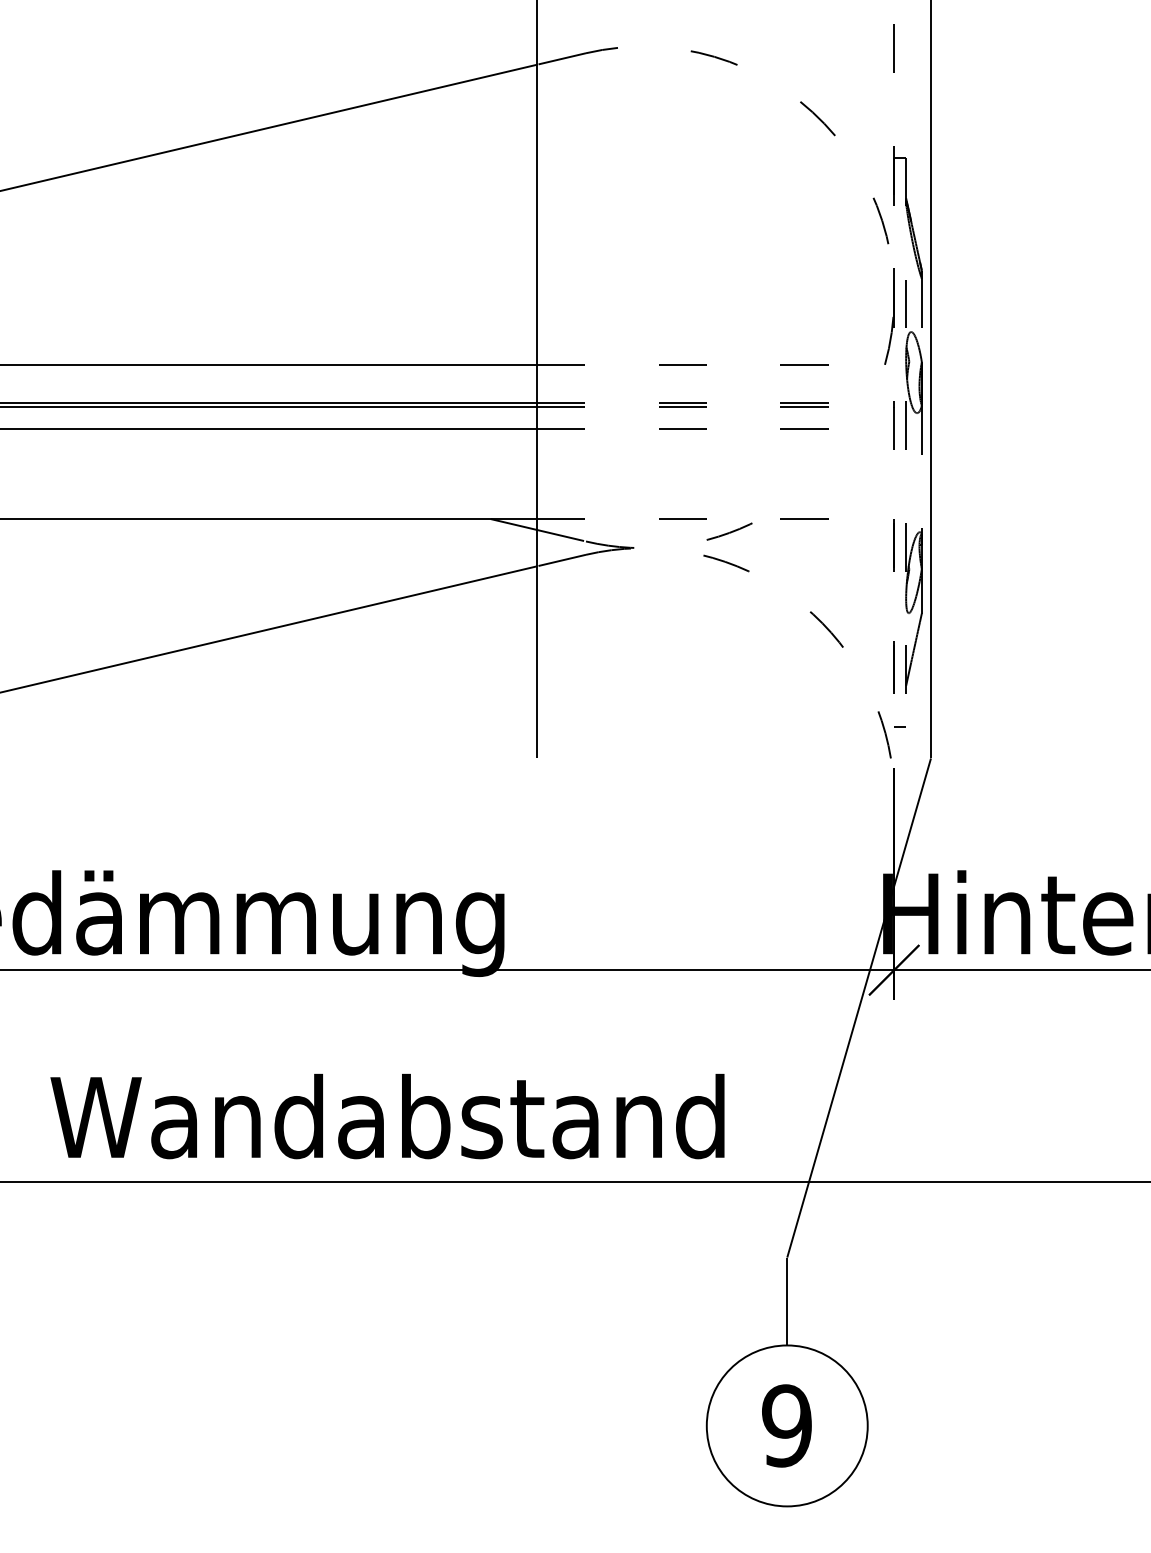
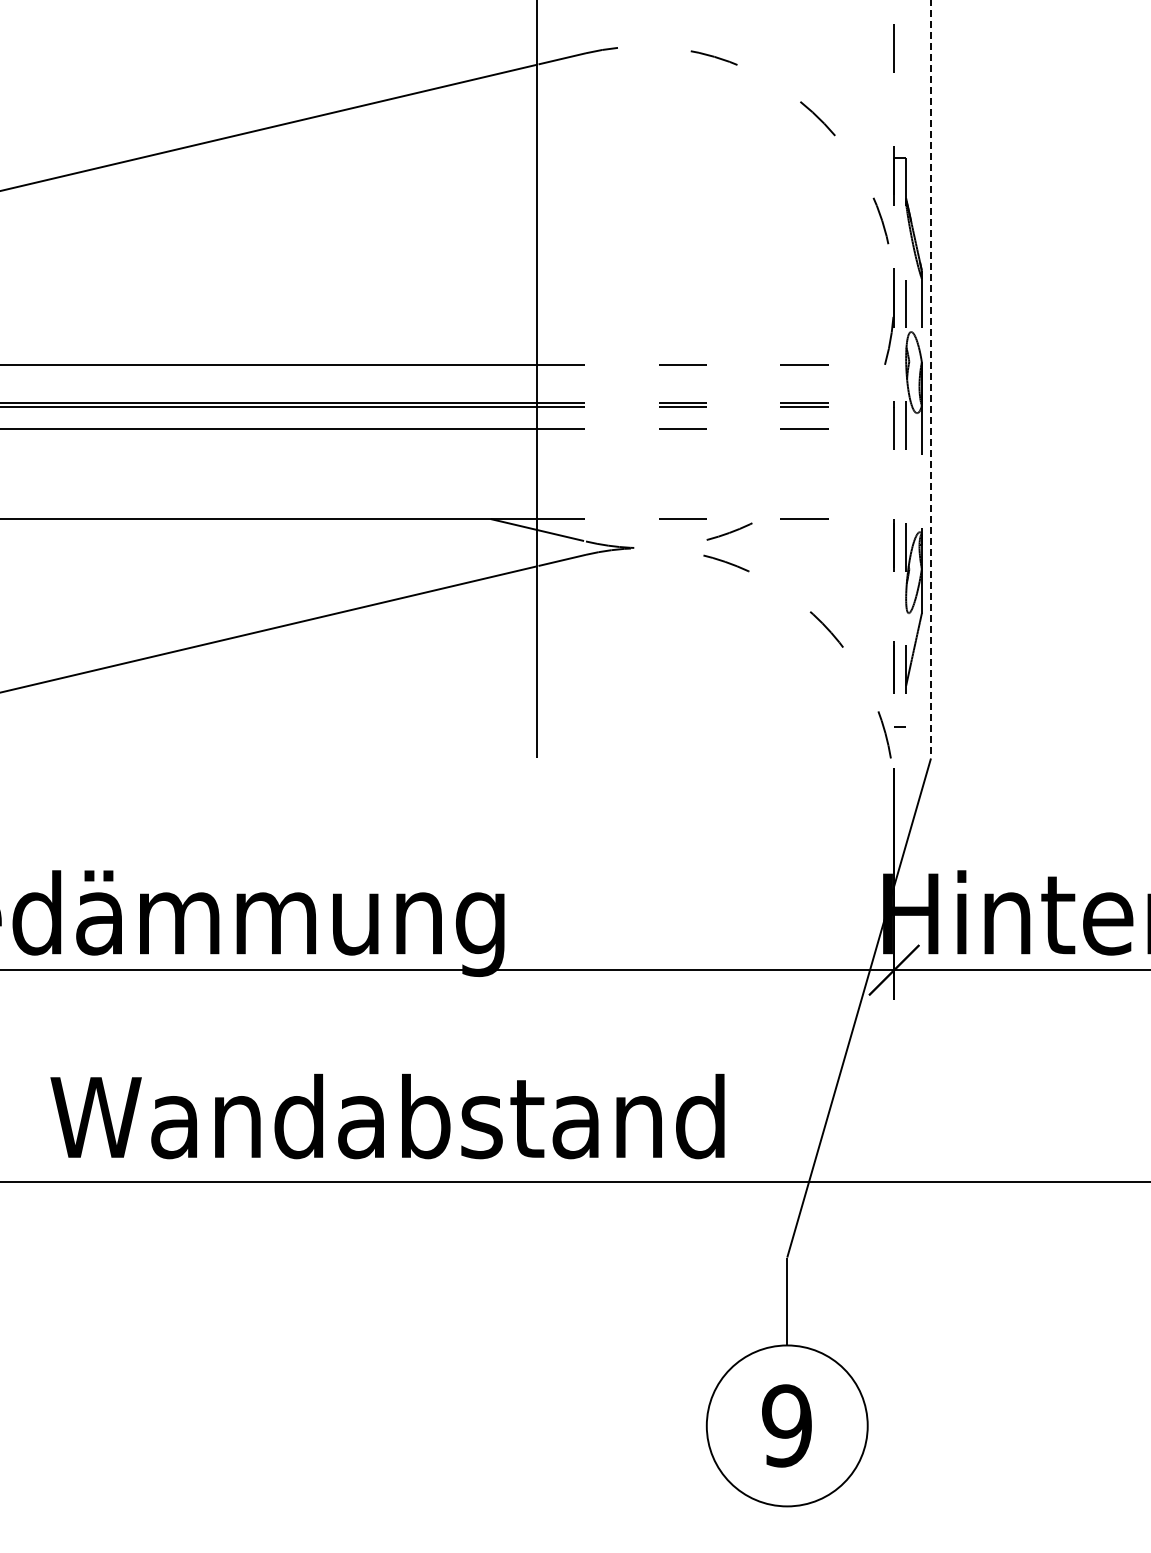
line at (930, 379): solid -> dashed
